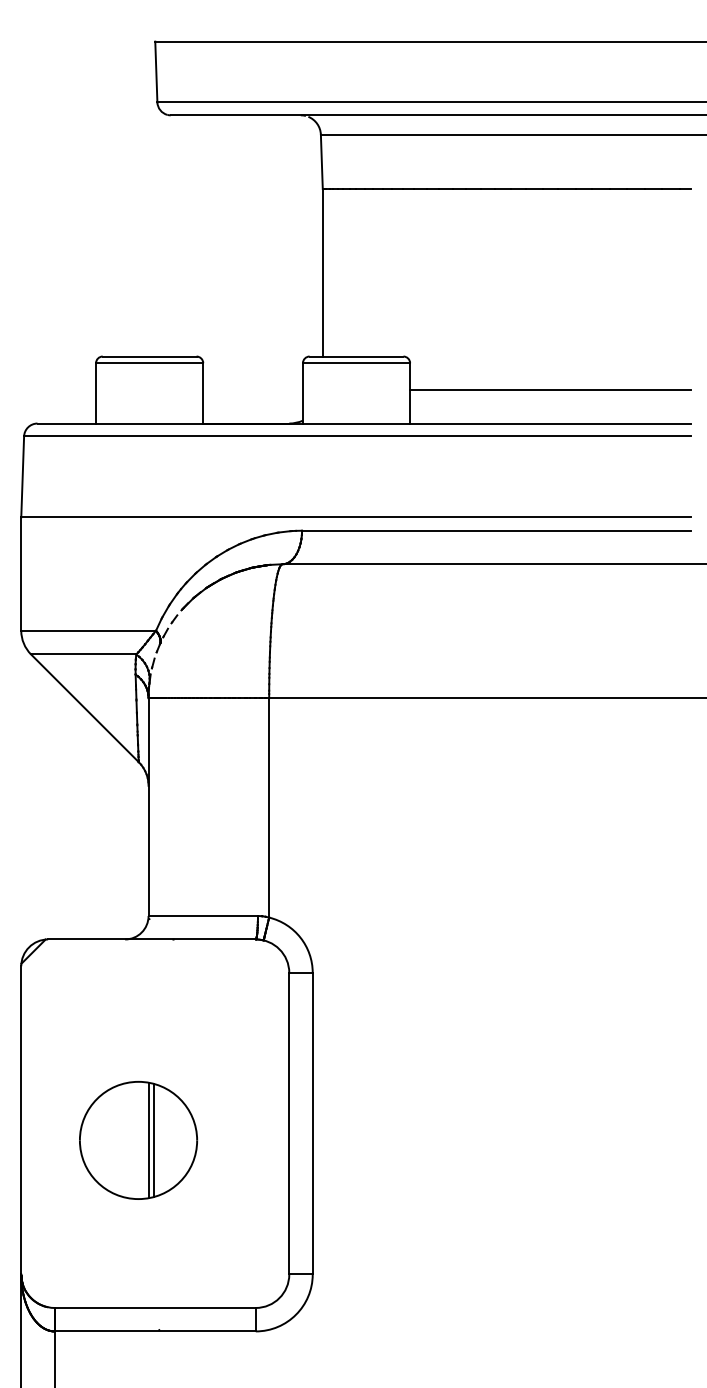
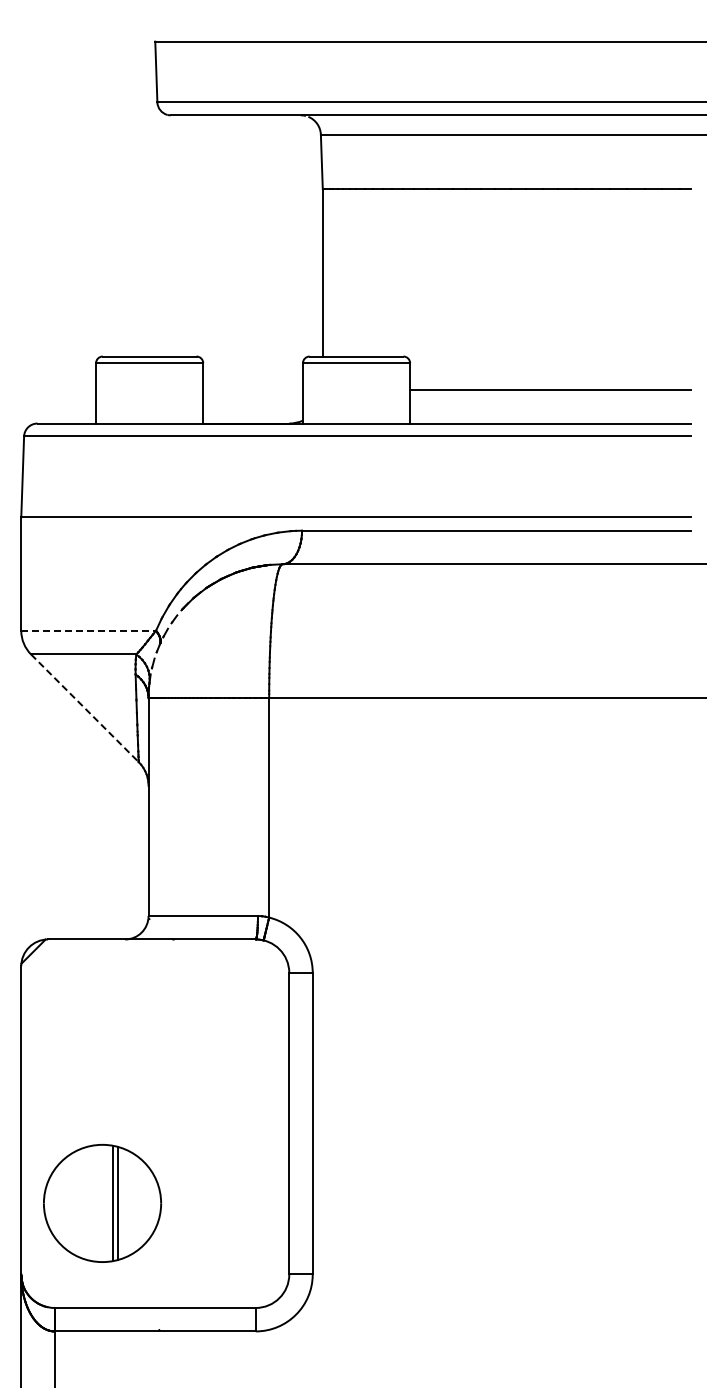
line at (89, 630): solid -> dashed
line at (85, 708): solid -> dashed
part at (138, 1140) position: (138, 1140) -> (102, 1203)
